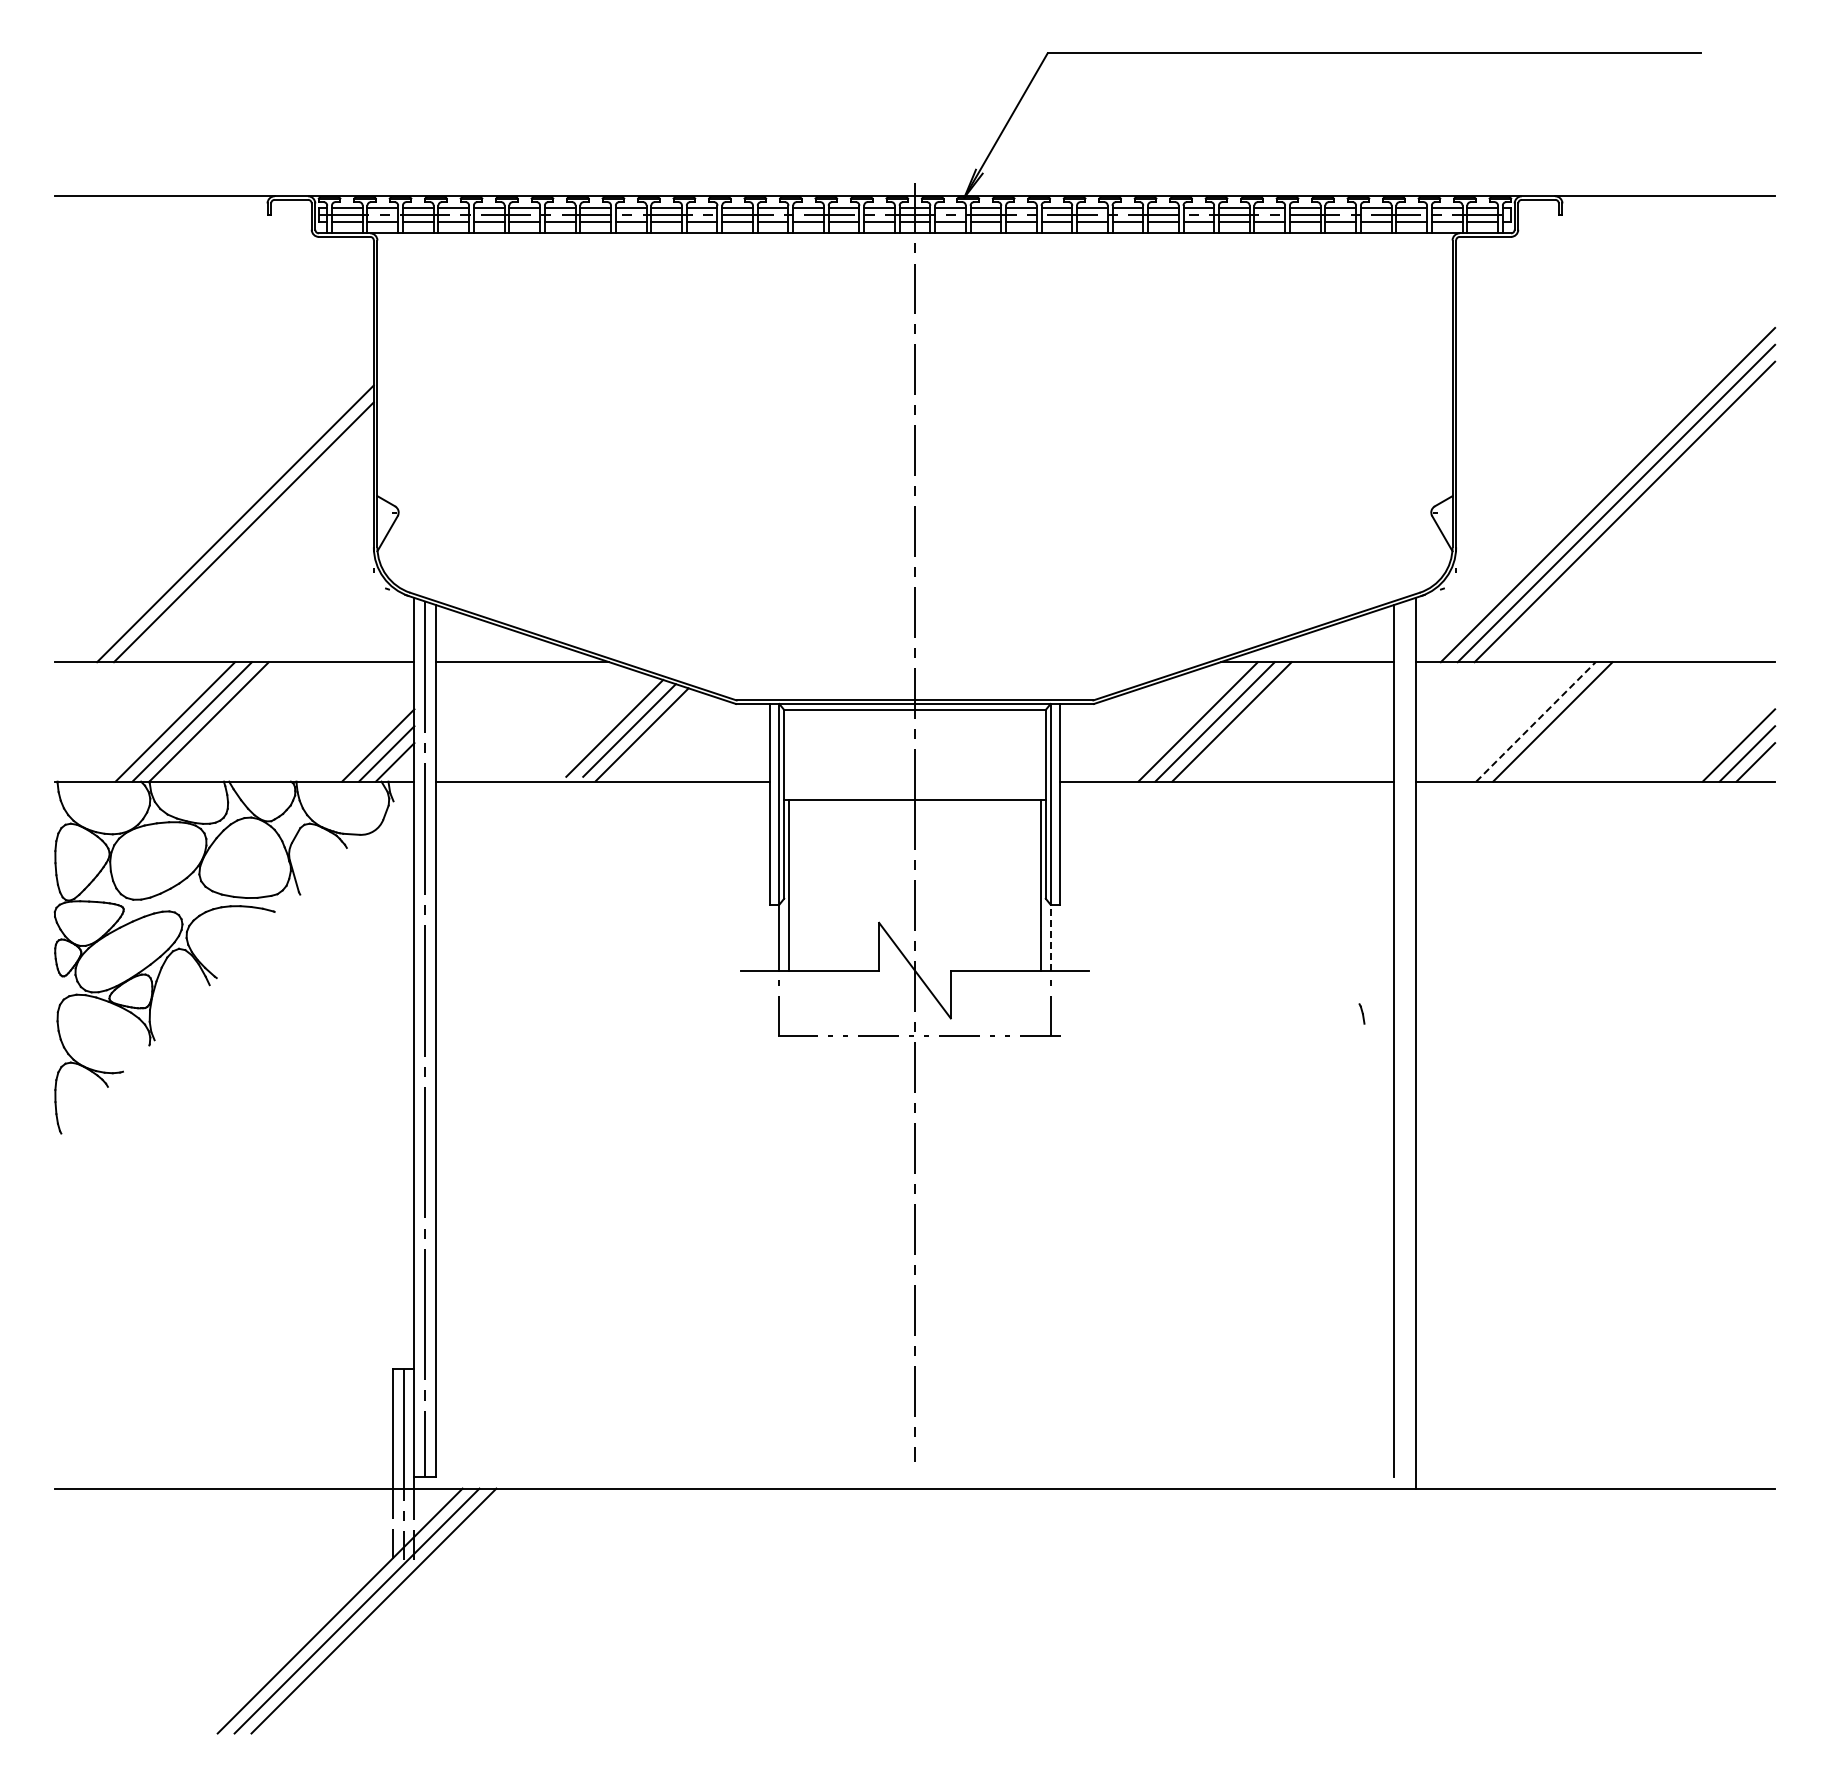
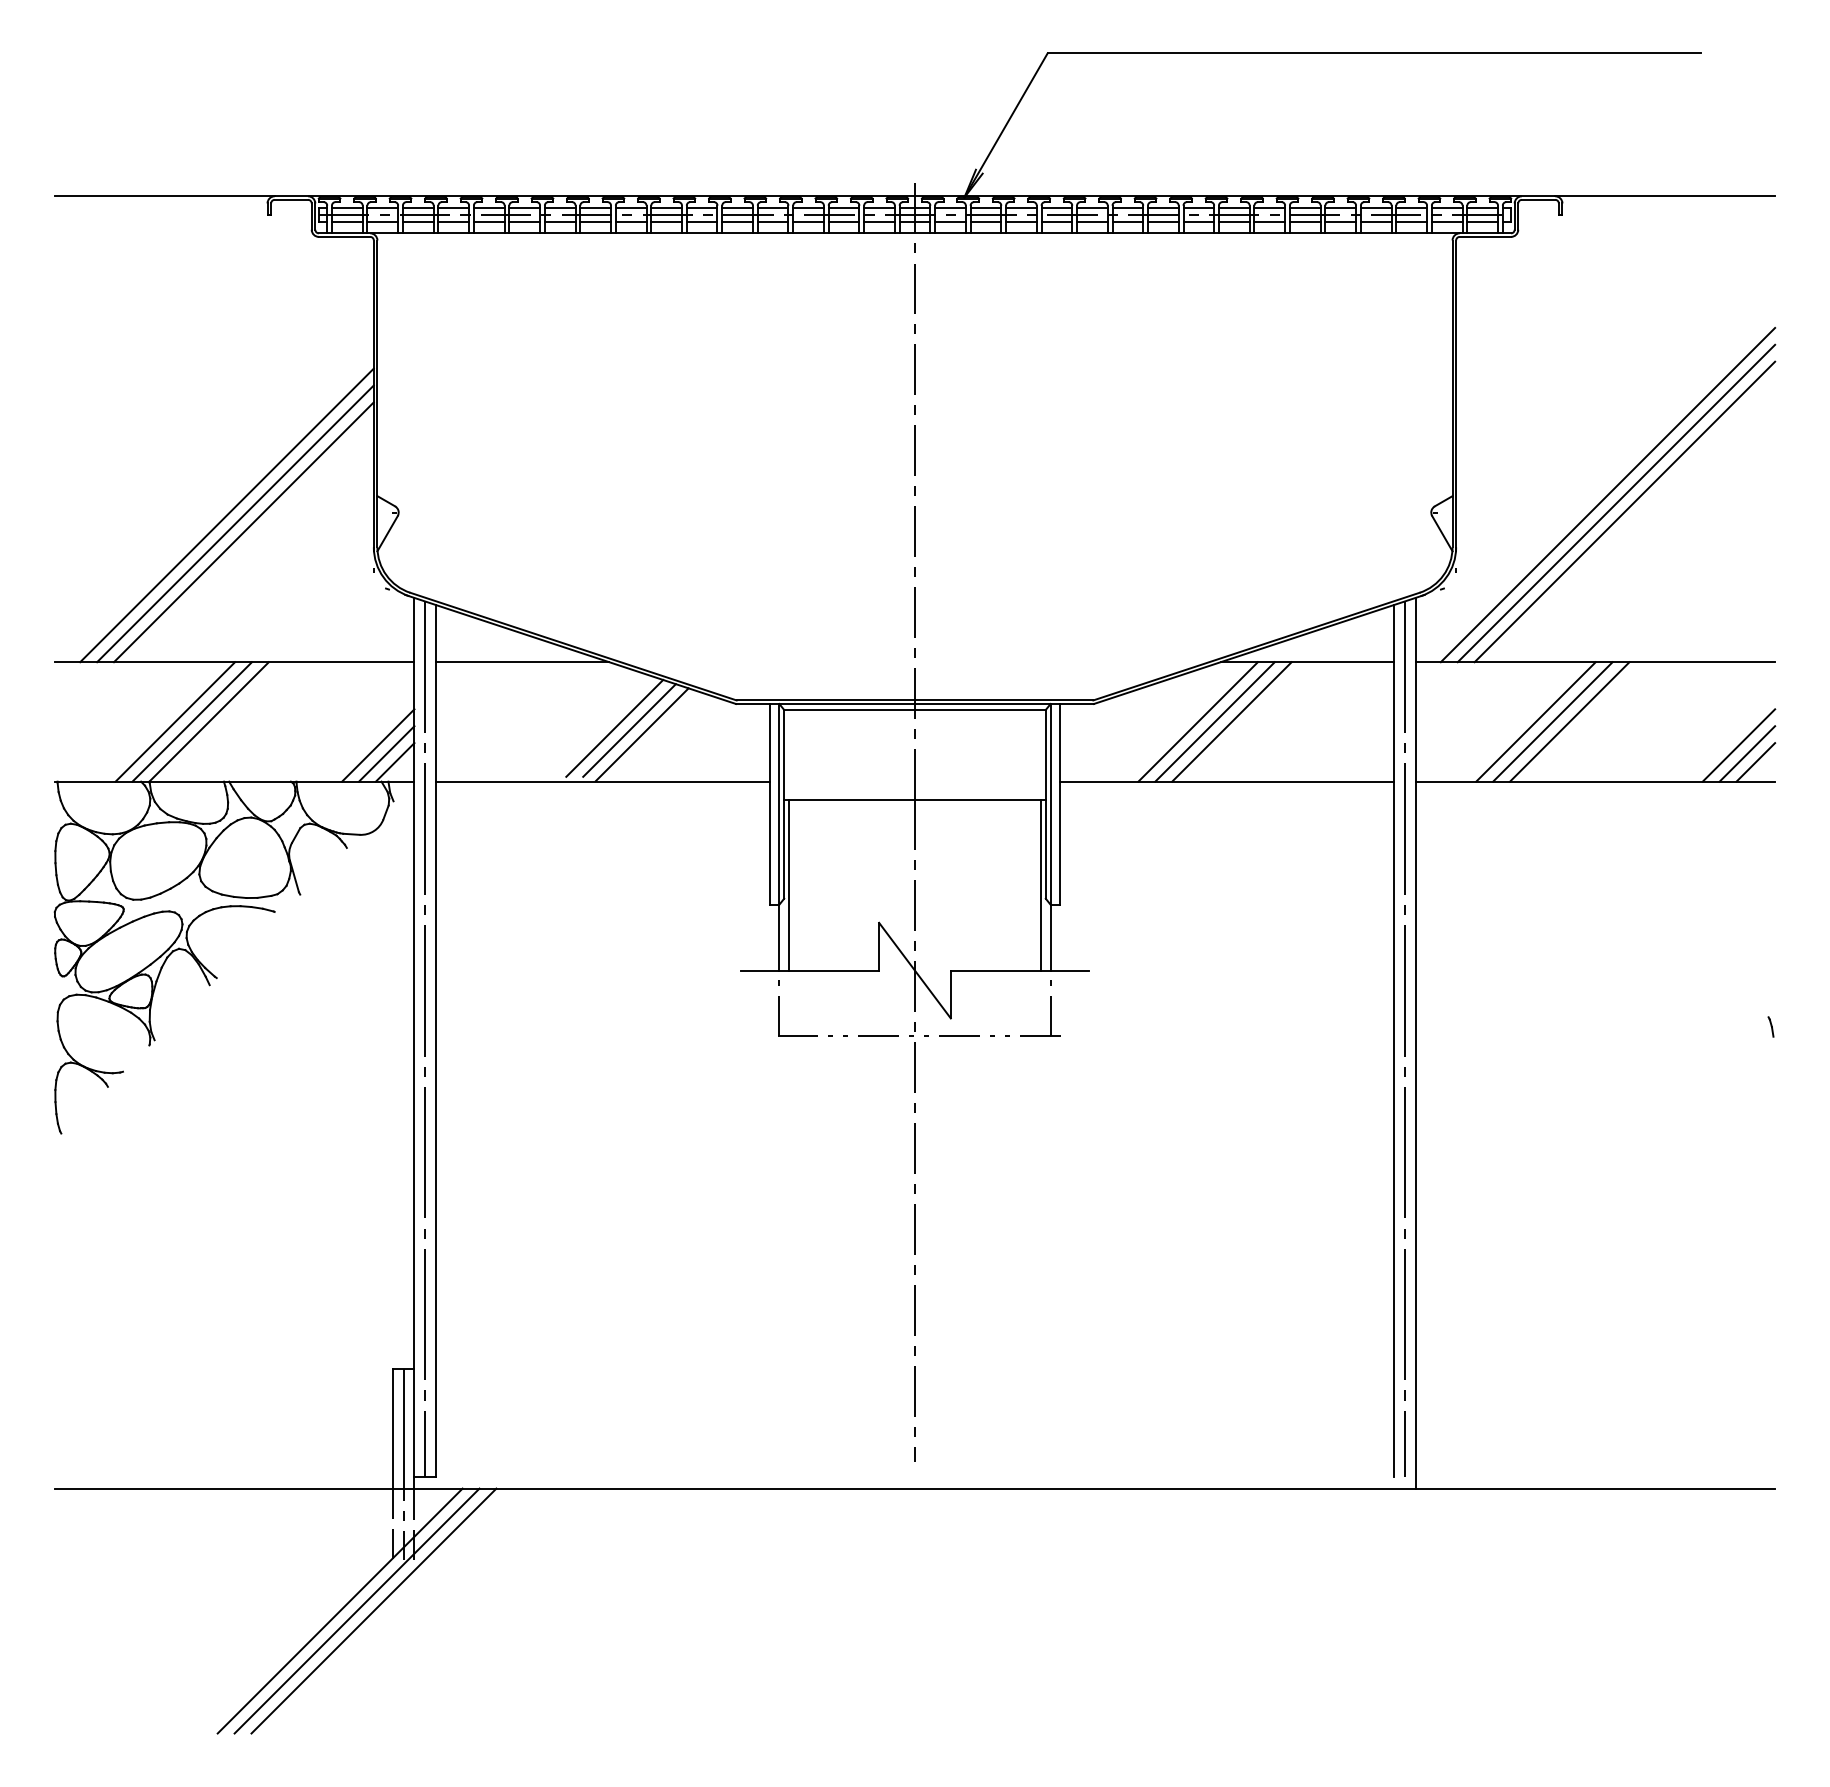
line at (226, 515): none -> present
line at (1536, 721): dashed -> solid
line at (1569, 721): none -> present
line at (1051, 937): dashed -> solid
line at (1361, 1013) position: (1361, 1013) -> (1770, 1026)
line at (1404, 1039): none -> present
